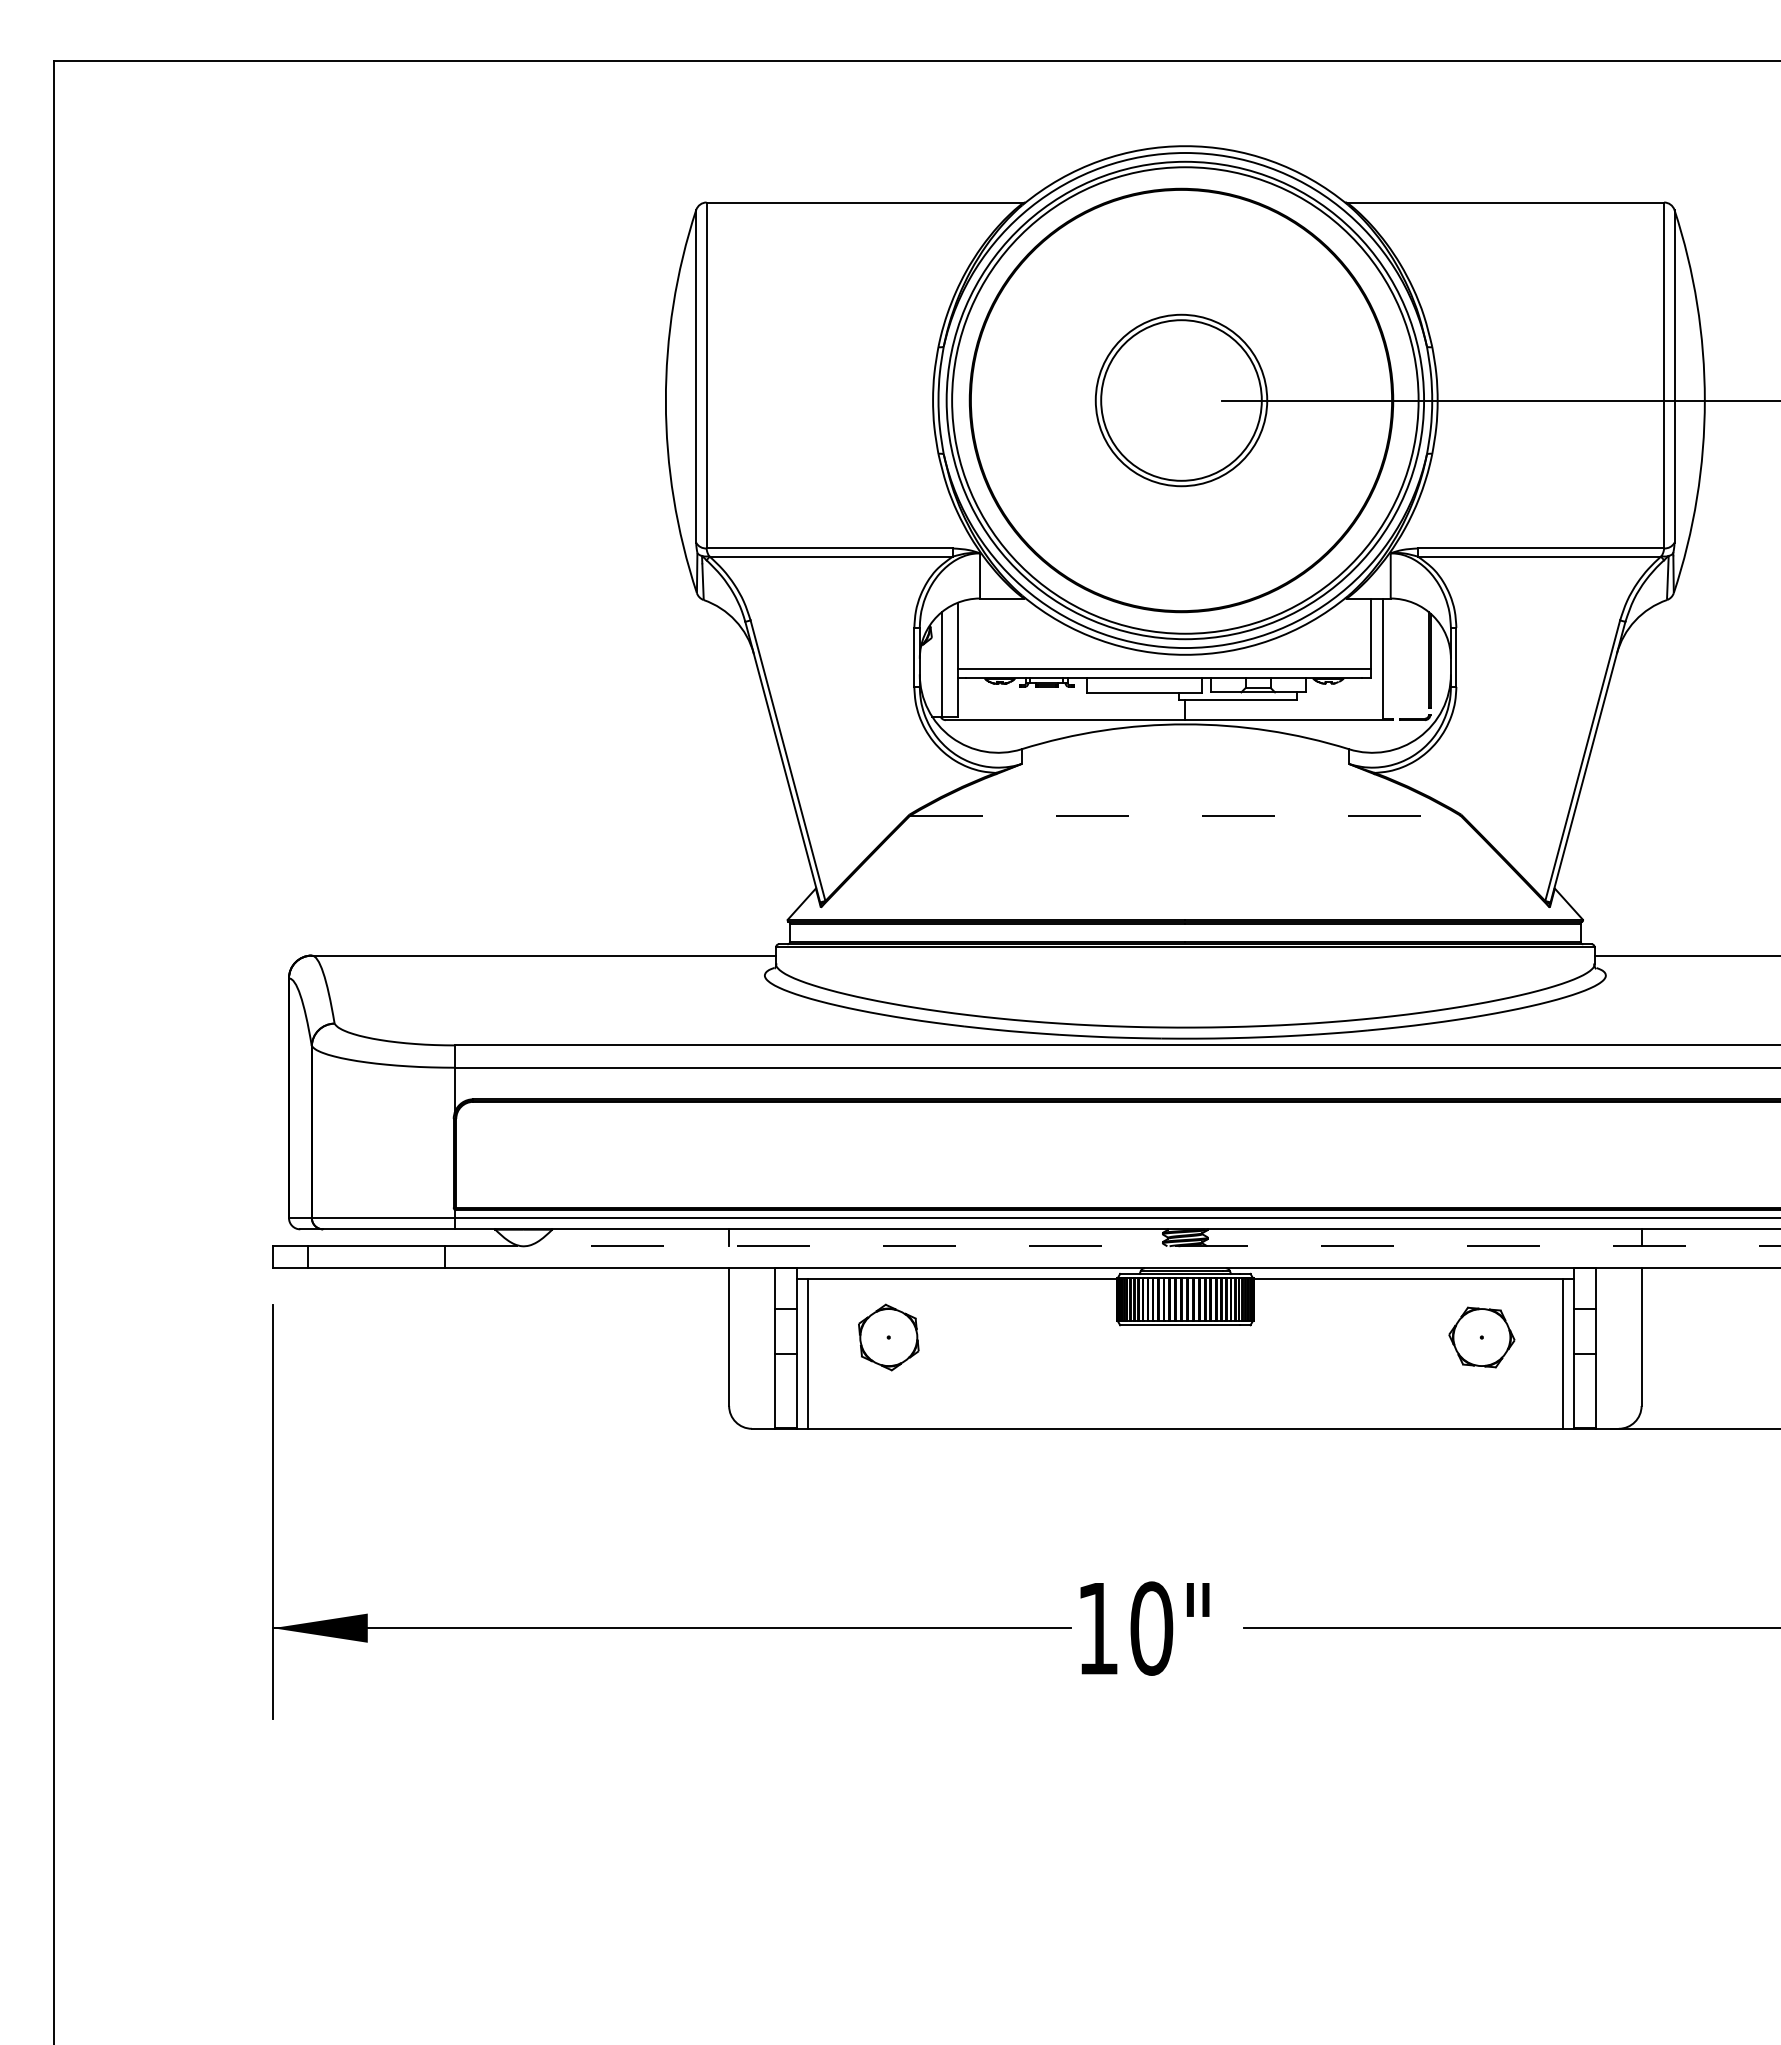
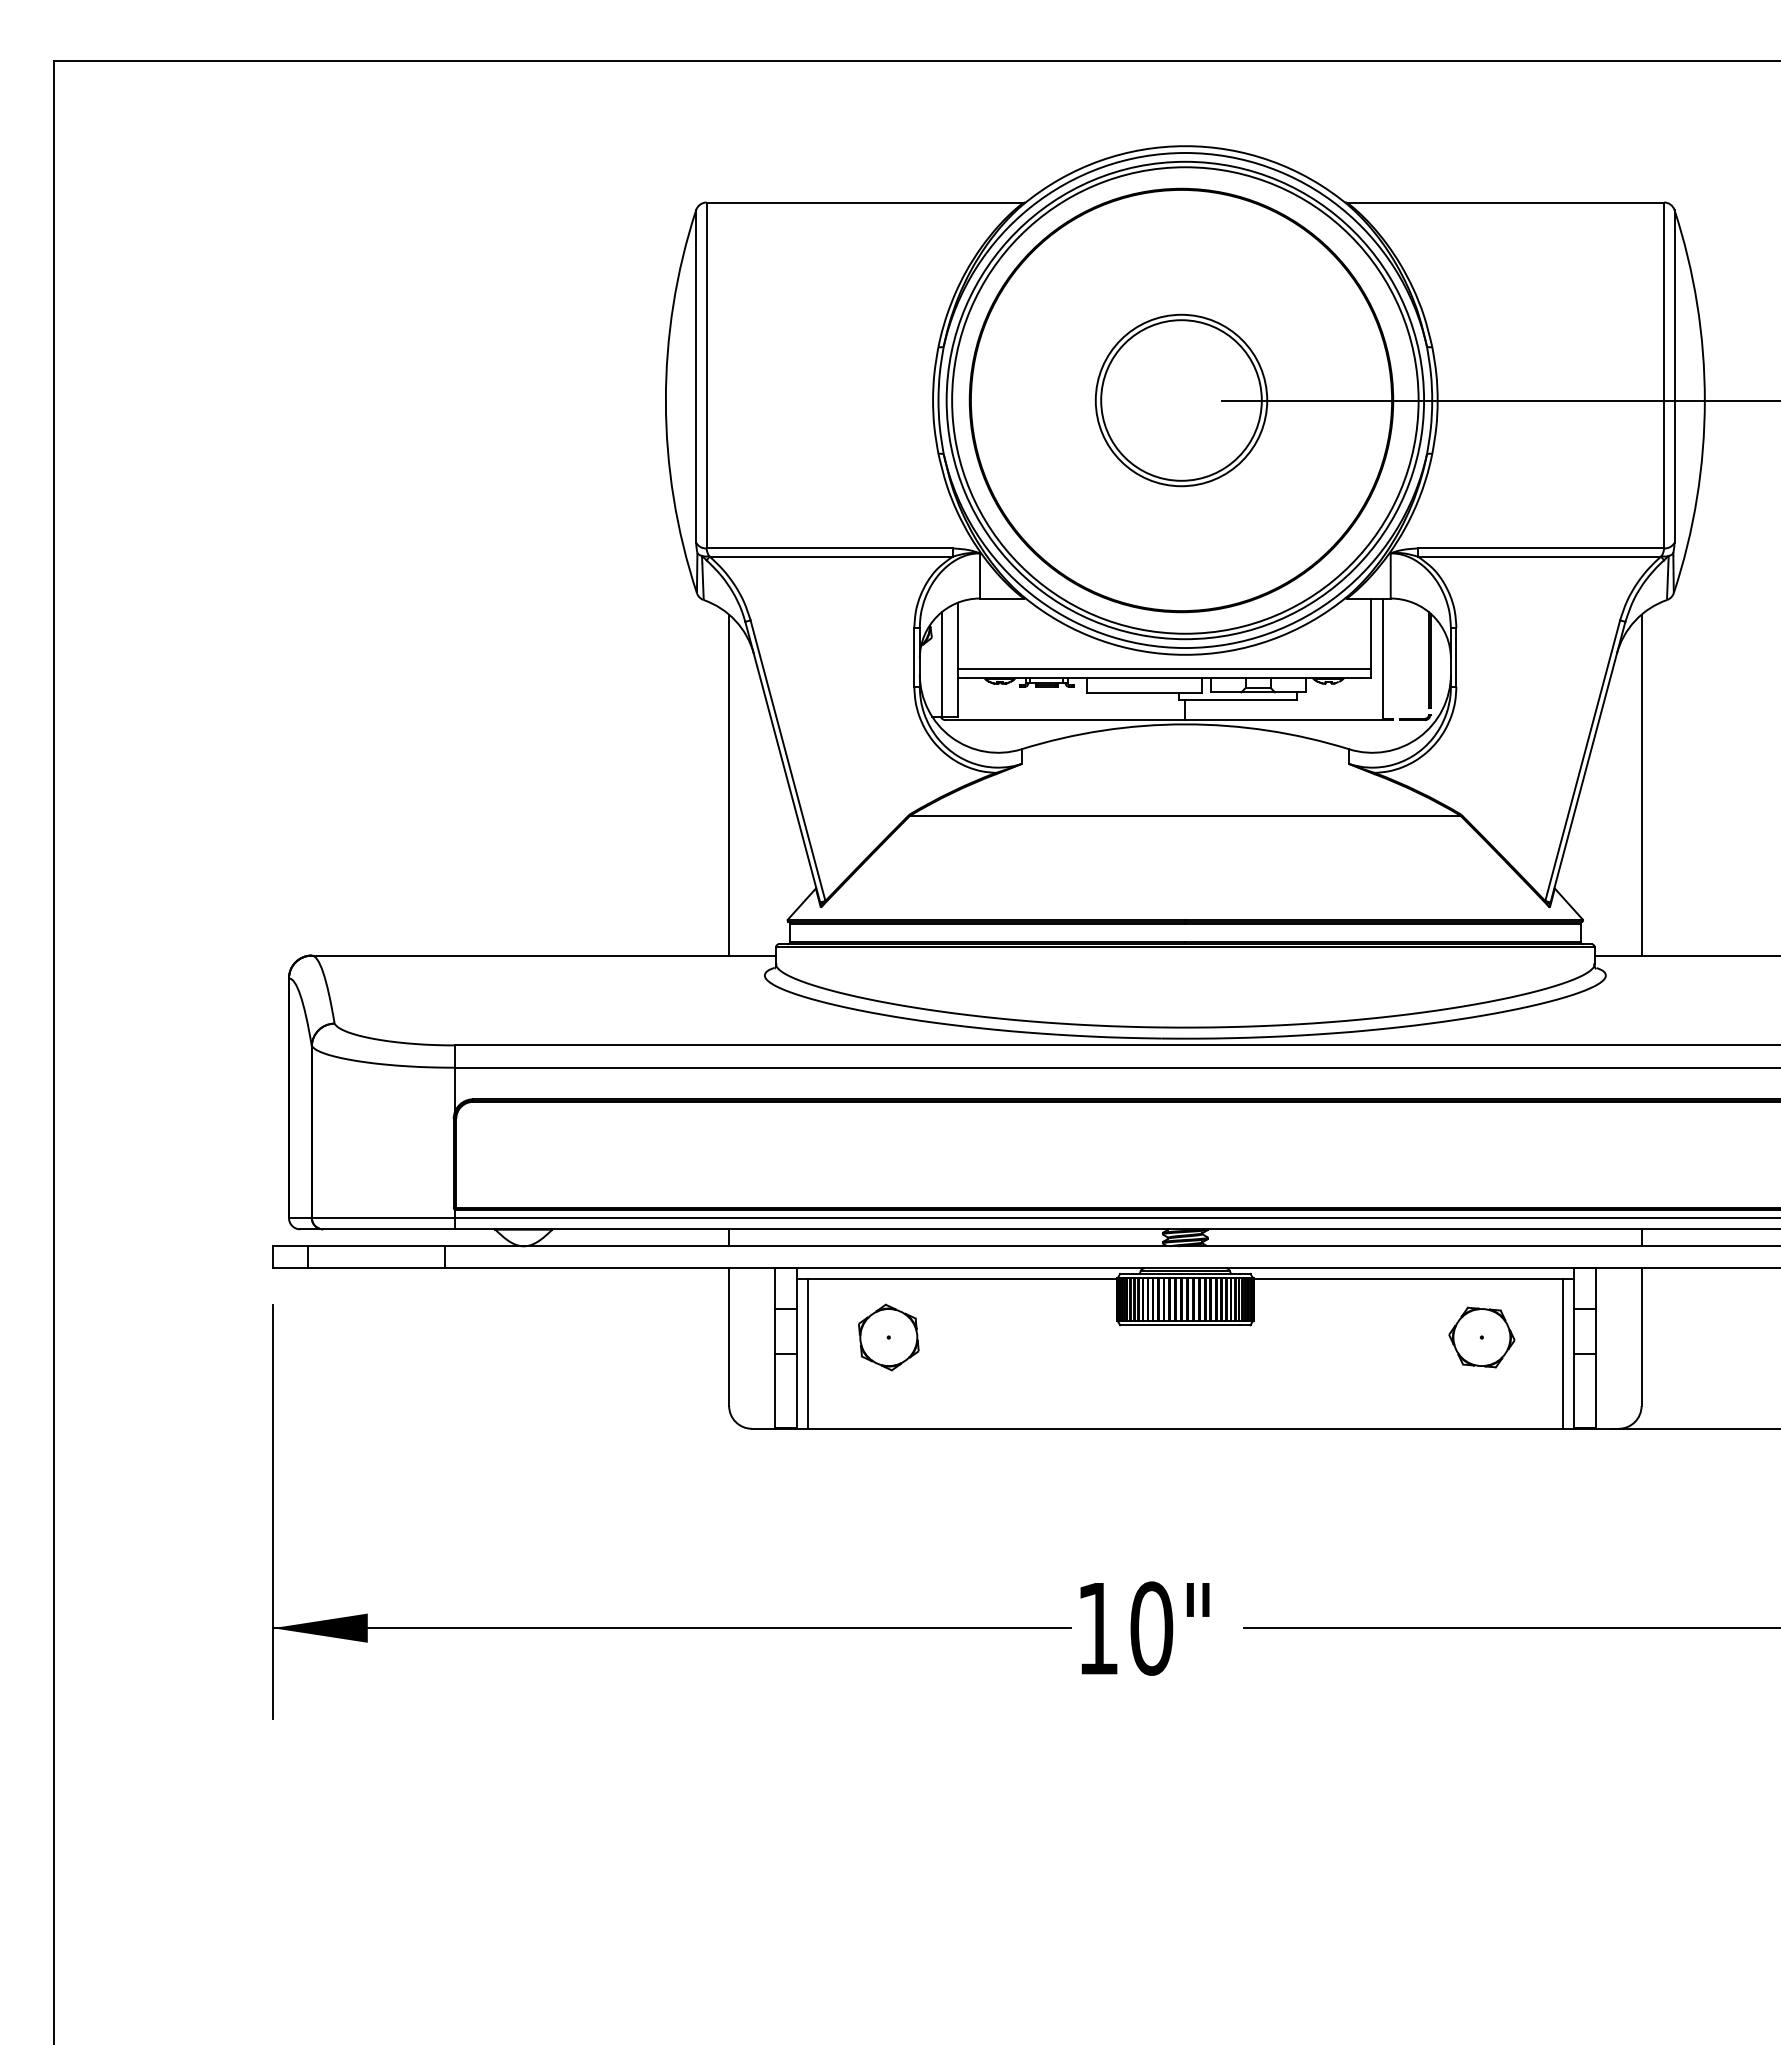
line at (729, 784): none -> present
line at (1641, 784): none -> present
line at (1185, 815): dashed -> solid
line at (1112, 1246): dashed -> solid
